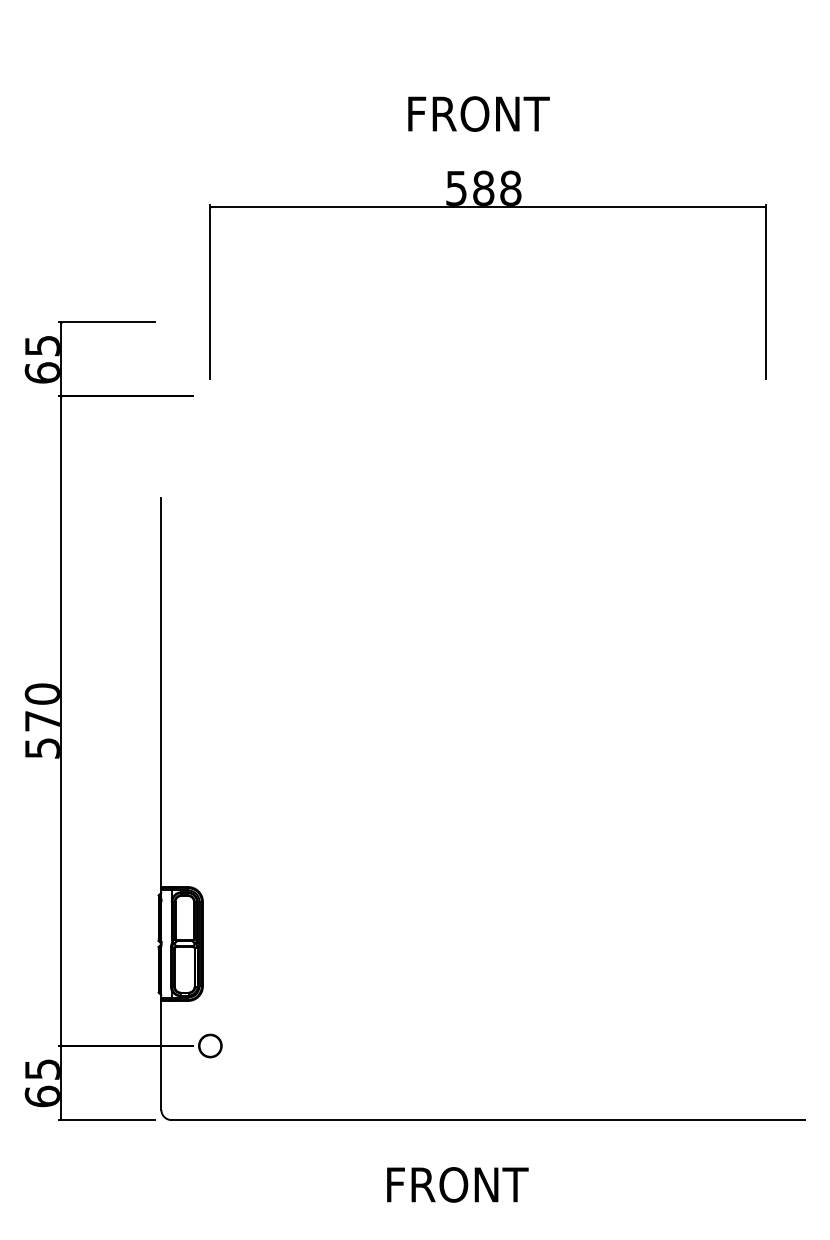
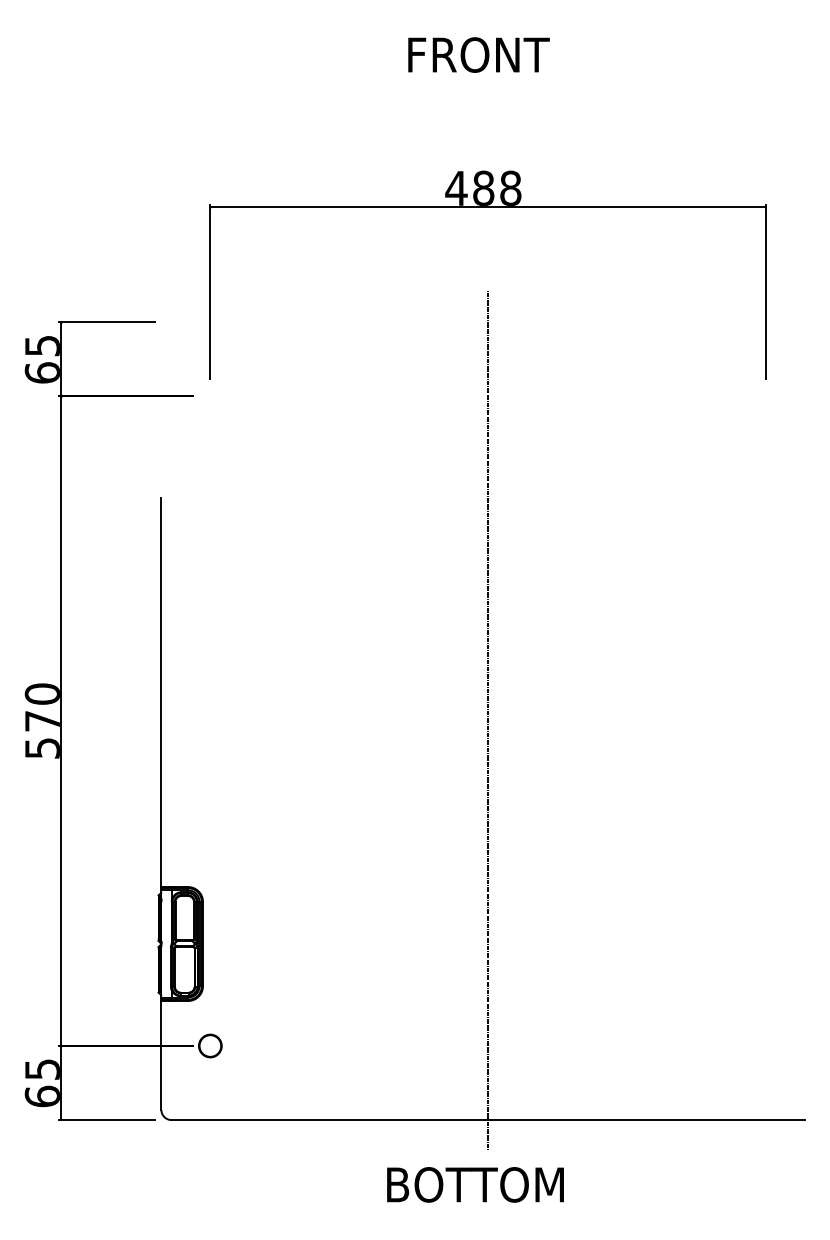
text at (478, 113) position: (478, 113) -> (478, 54)
text at (456, 188): 588 -> 488
line at (488, 720): none -> present
text at (477, 1184): FRONT -> BOTTOM
